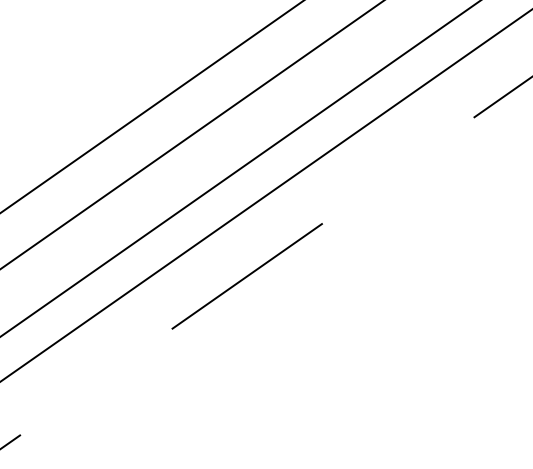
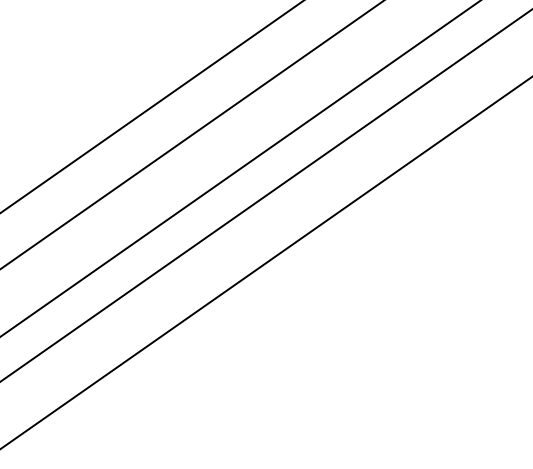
line at (266, 262): dashed -> solid
